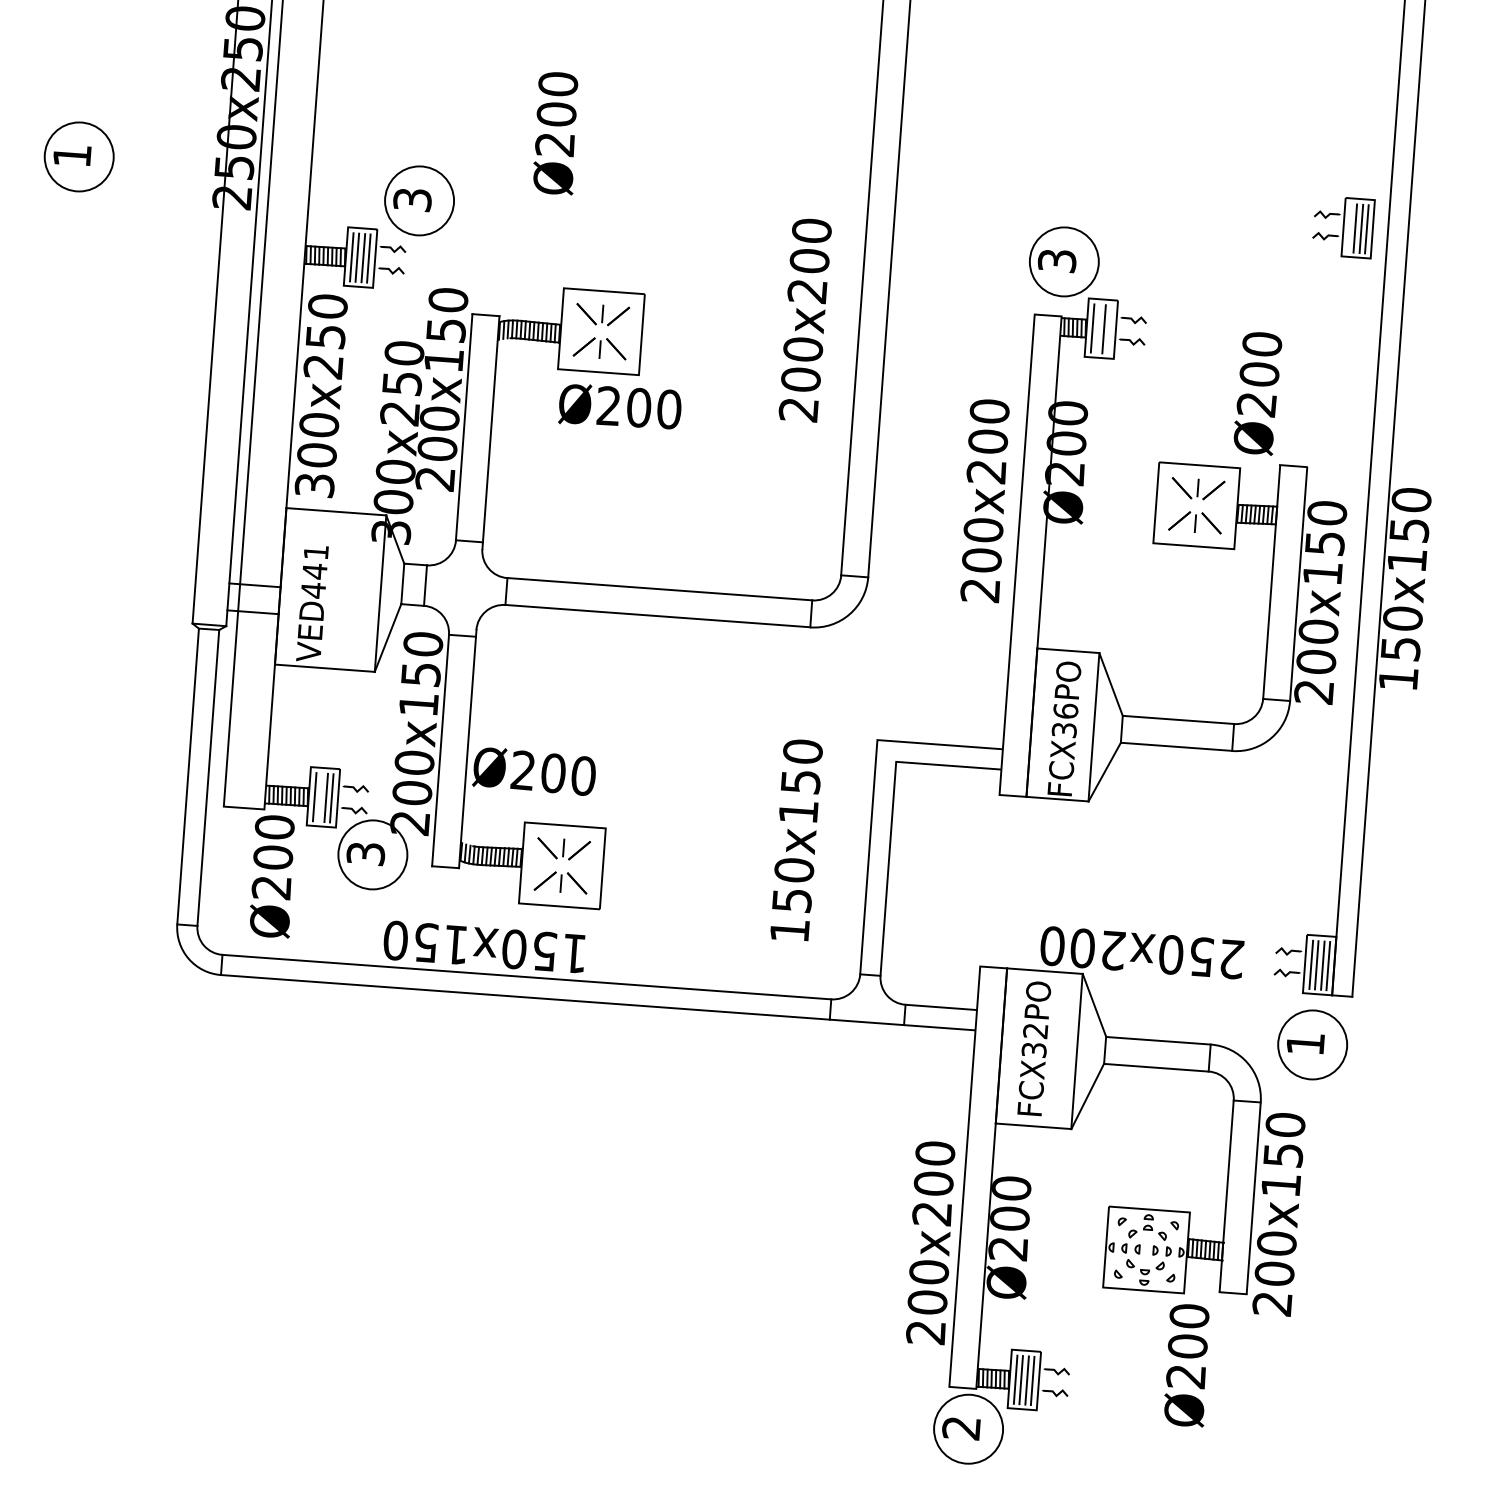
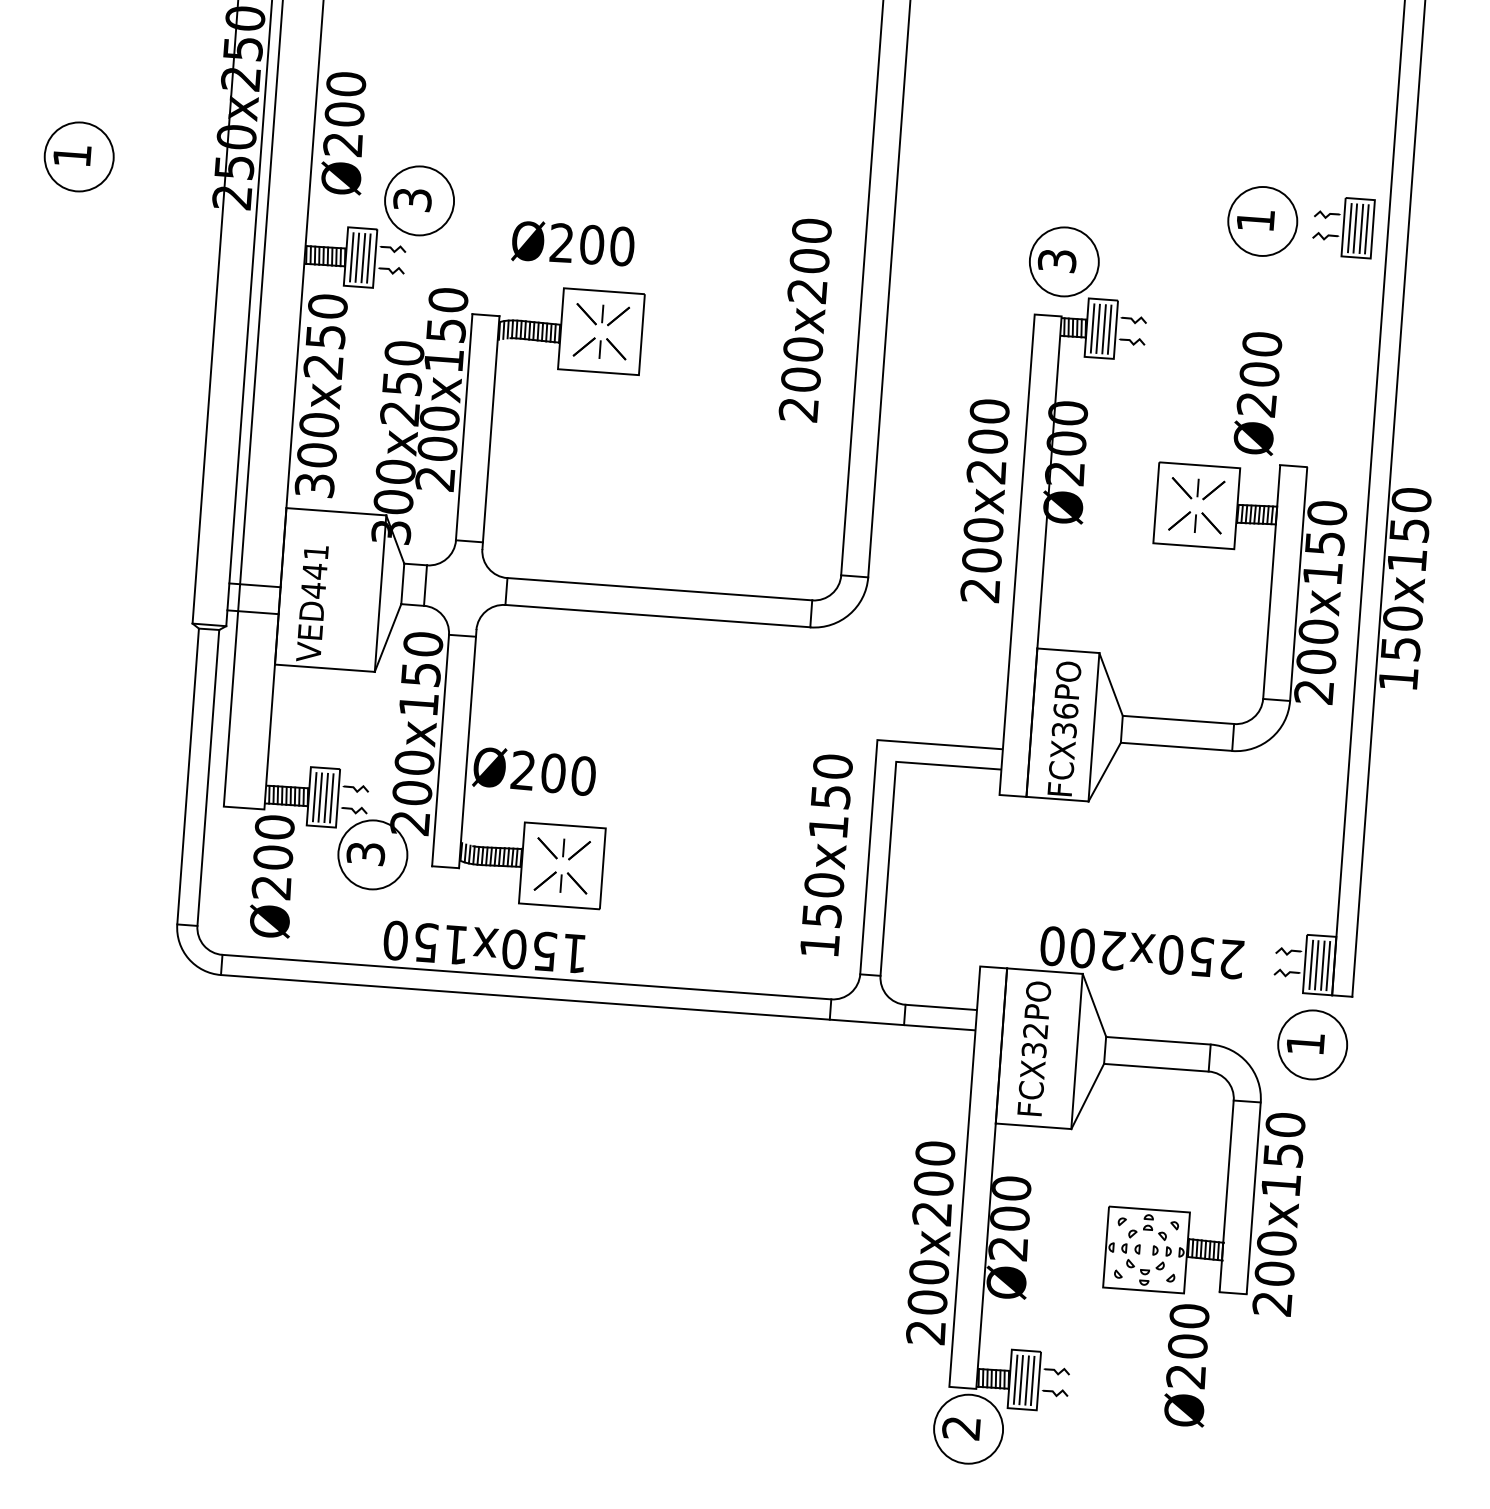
text at (555, 133) position: (555, 133) -> (343, 133)
part at (1262, 221): none -> present
line at (1349, 228): none -> present
line at (1097, 328): none -> present
line at (1109, 329): none -> present
text at (619, 406) position: (619, 406) -> (572, 243)
line at (320, 797): none -> present
text at (796, 840) position: (796, 840) -> (826, 855)
